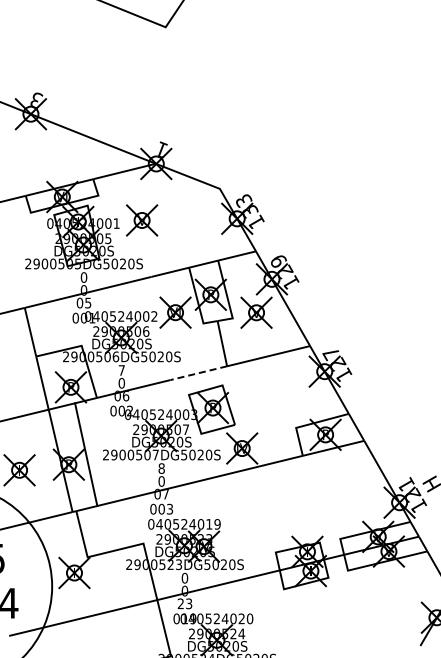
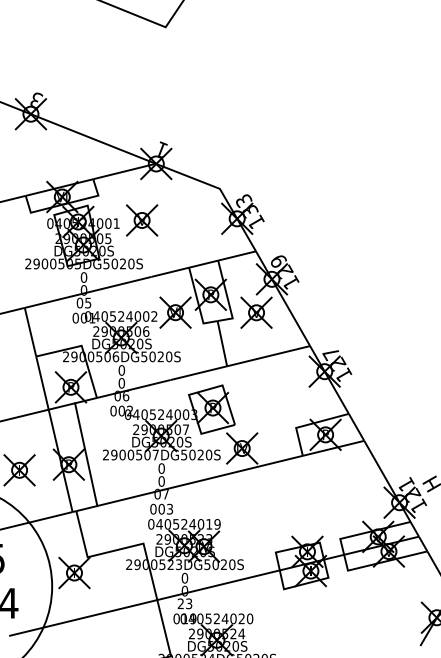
text at (121, 370): 7 -> 0
line at (198, 373): dashed -> solid
text at (161, 468): 8 -> 0
